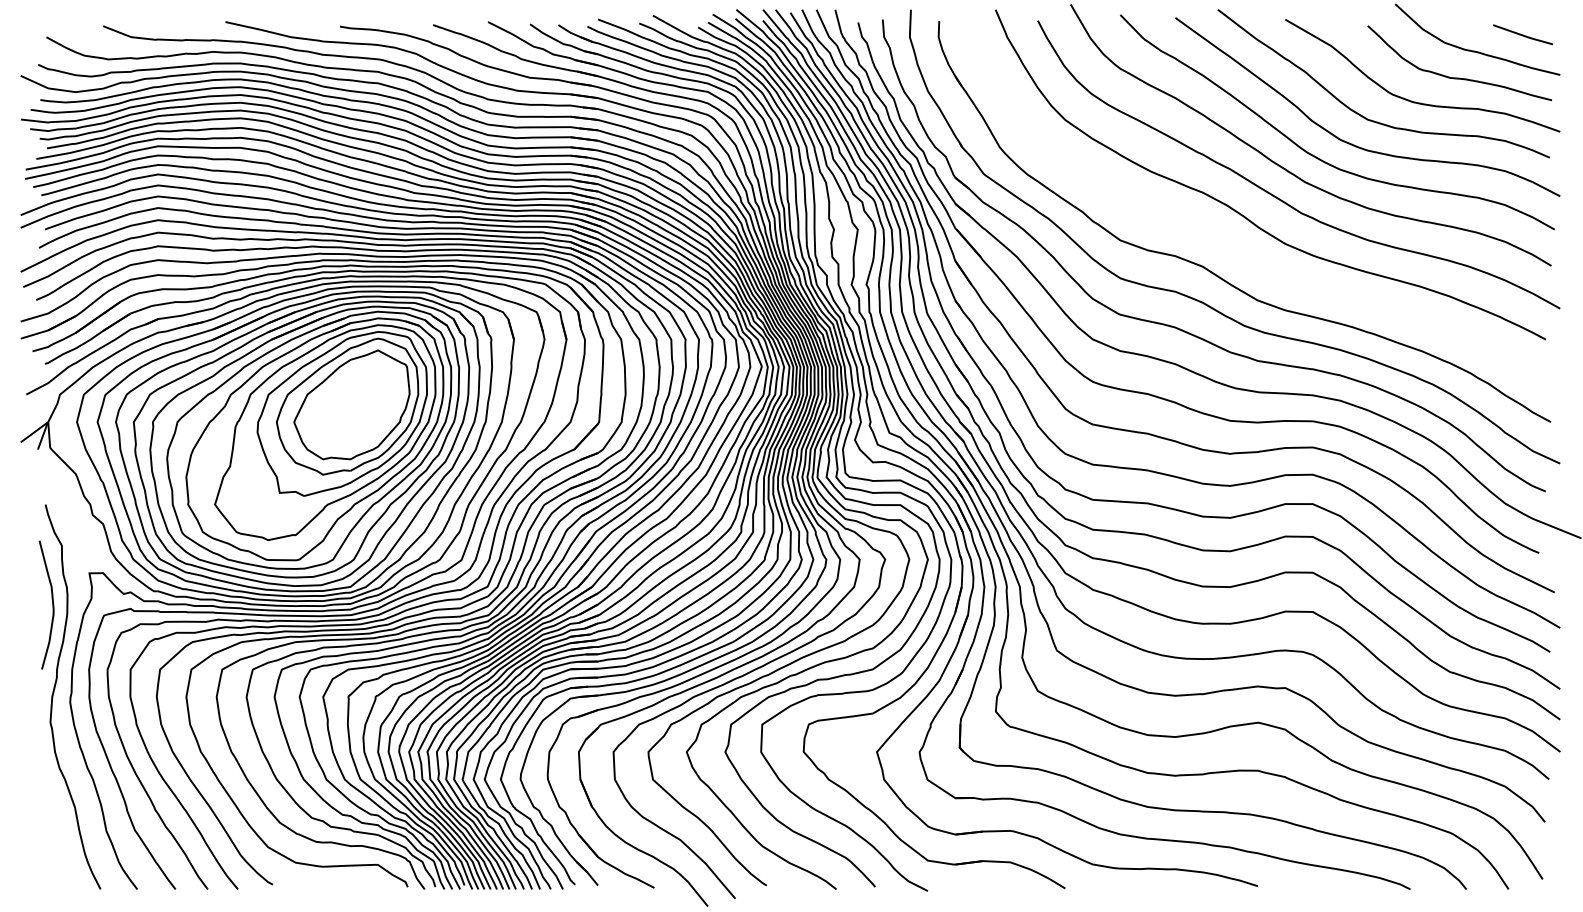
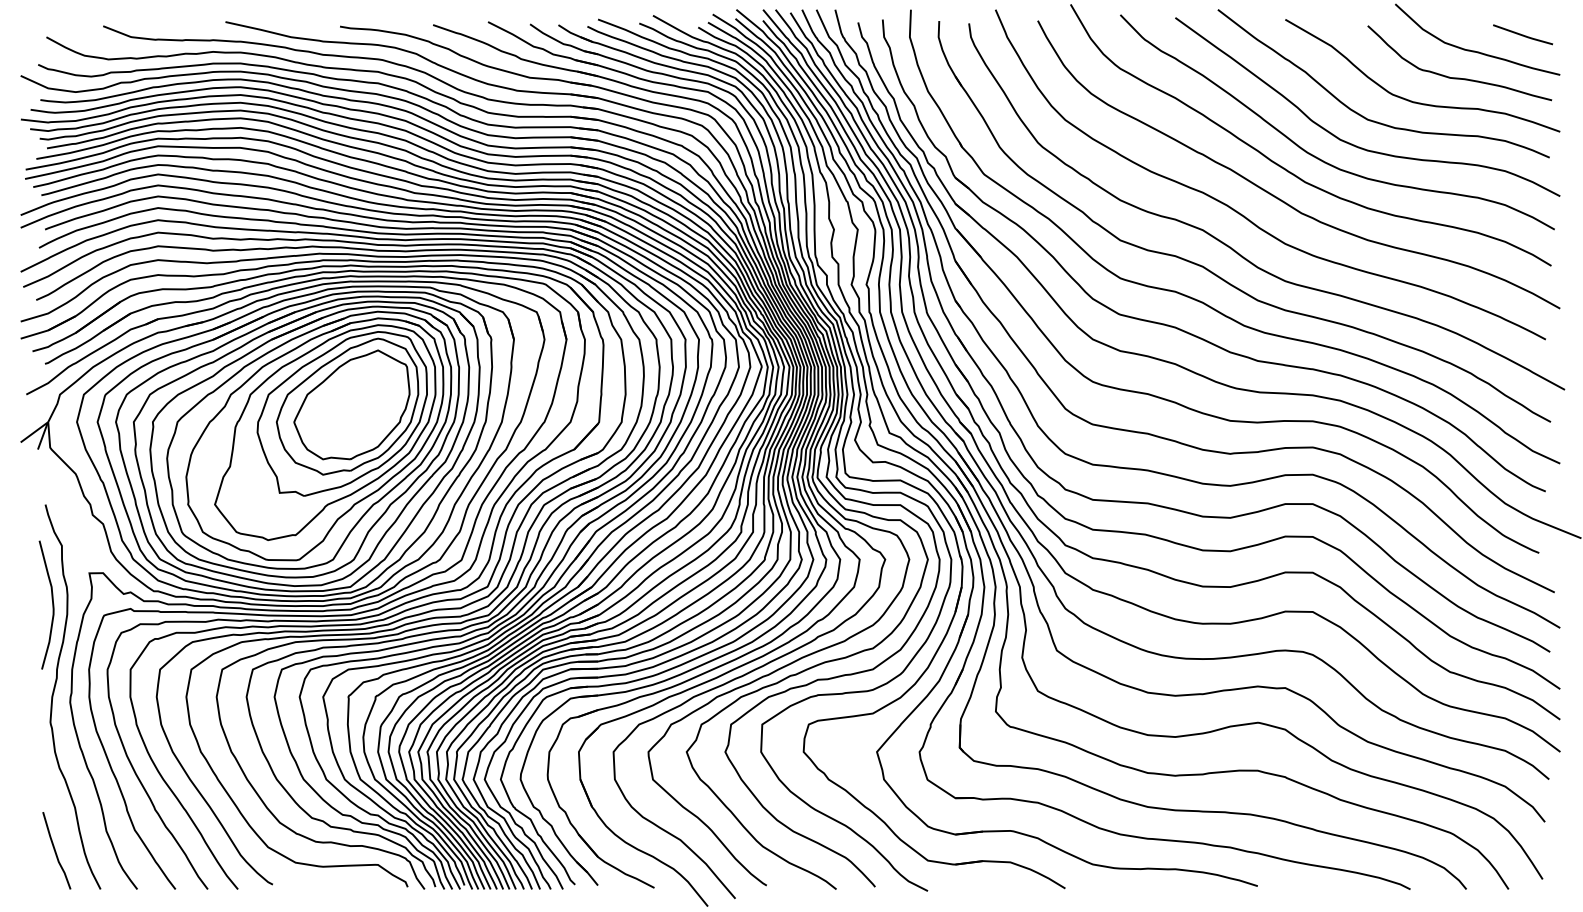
curve at (1233, 248): none -> present
line at (55, 850): none -> present
